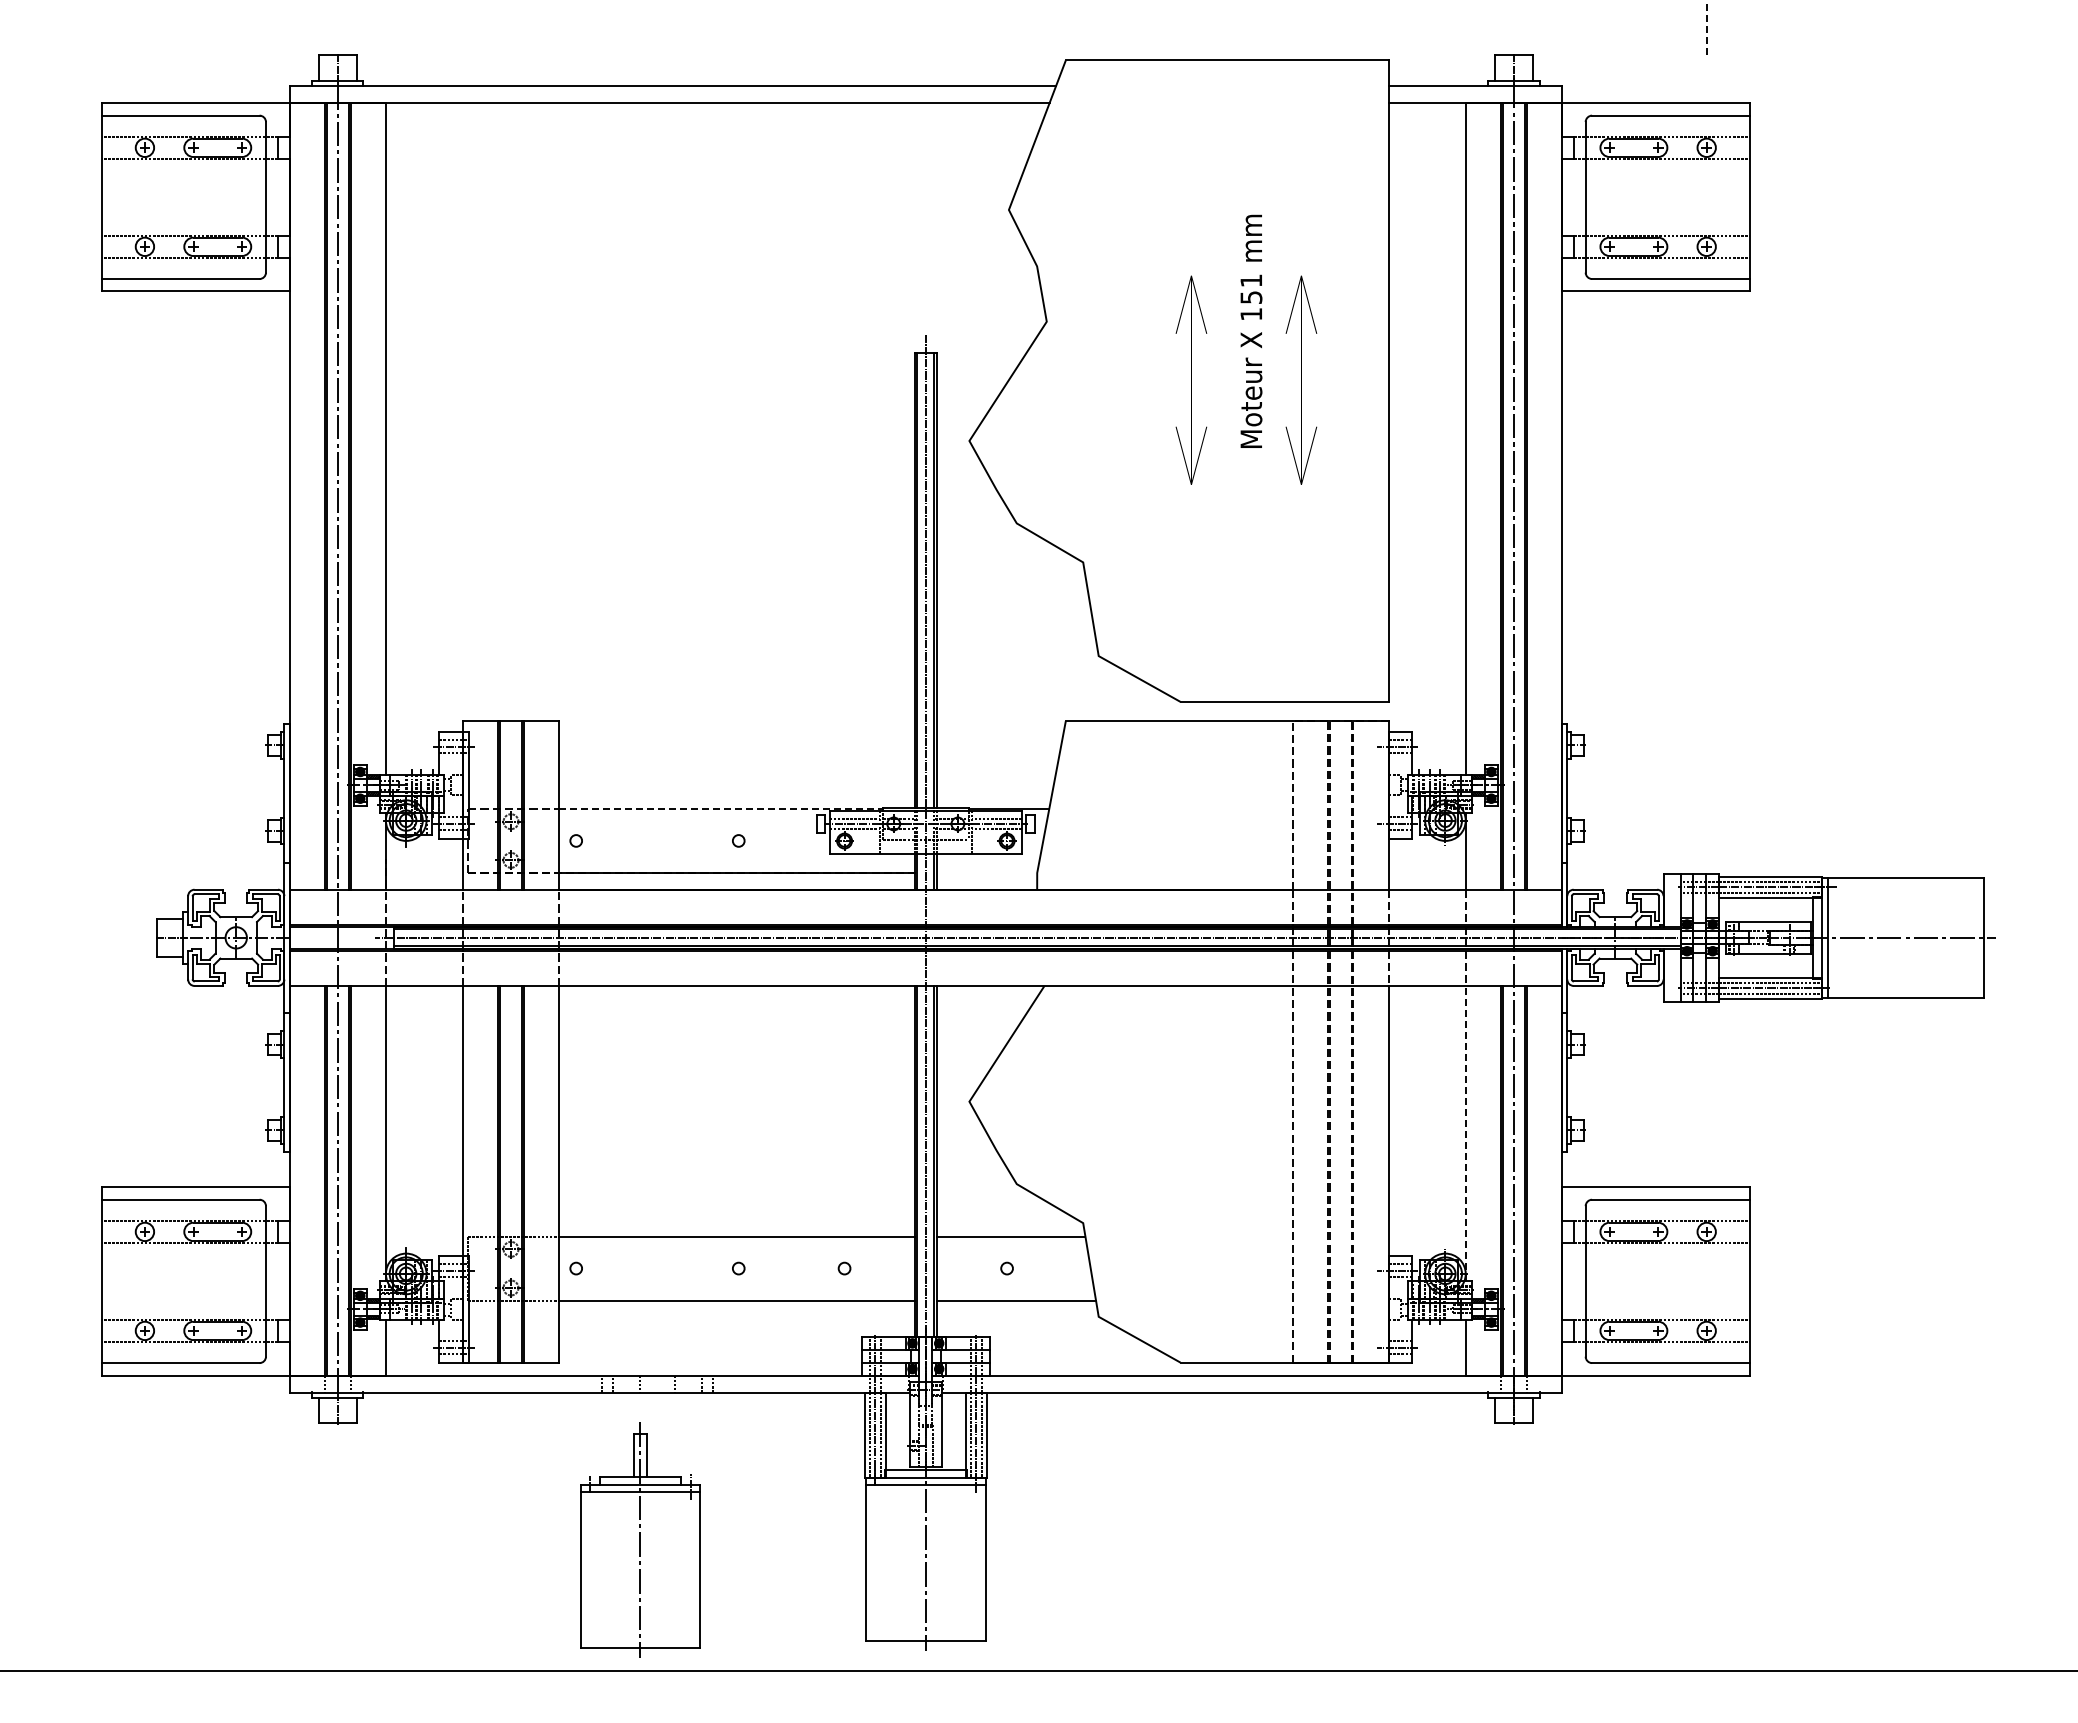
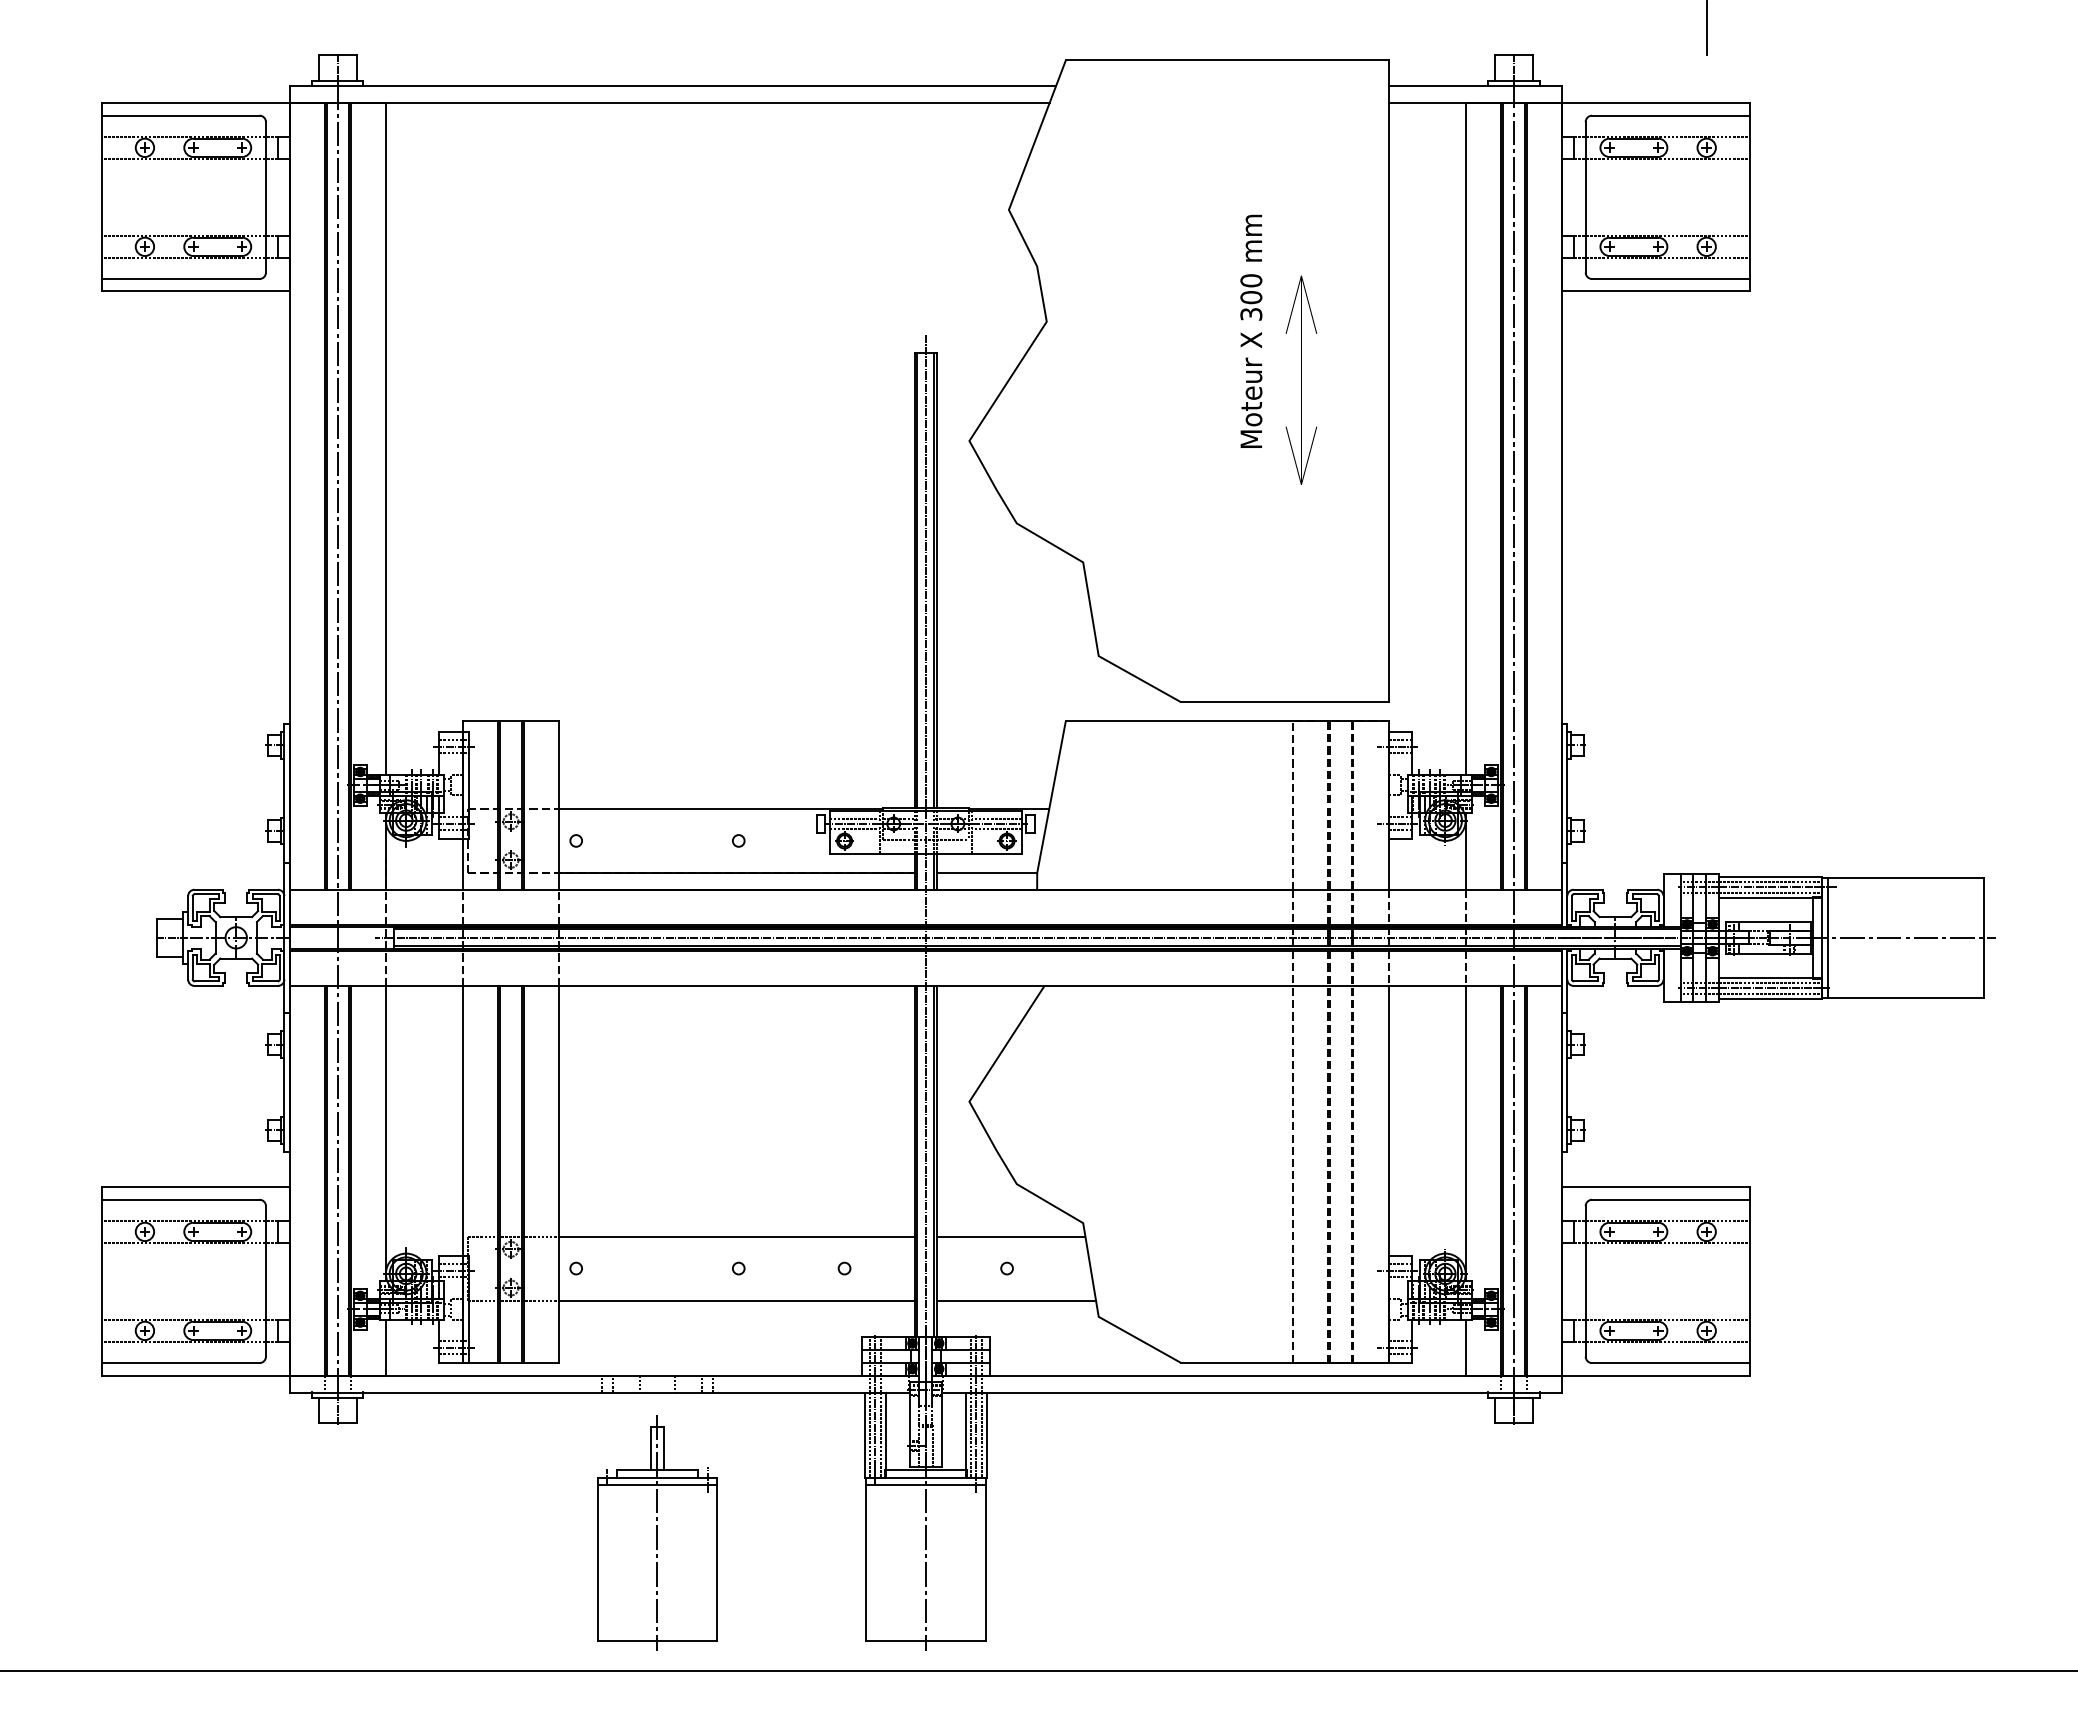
line at (1706, 27): dashed -> solid
text at (1251, 297): 151 -> 300
part at (1191, 379): present -> none
line at (721, 808): dashed -> solid
line at (986, 873): none -> present
line at (1465, 1133): dashed -> solid
part at (640, 1539) position: (640, 1539) -> (657, 1532)
